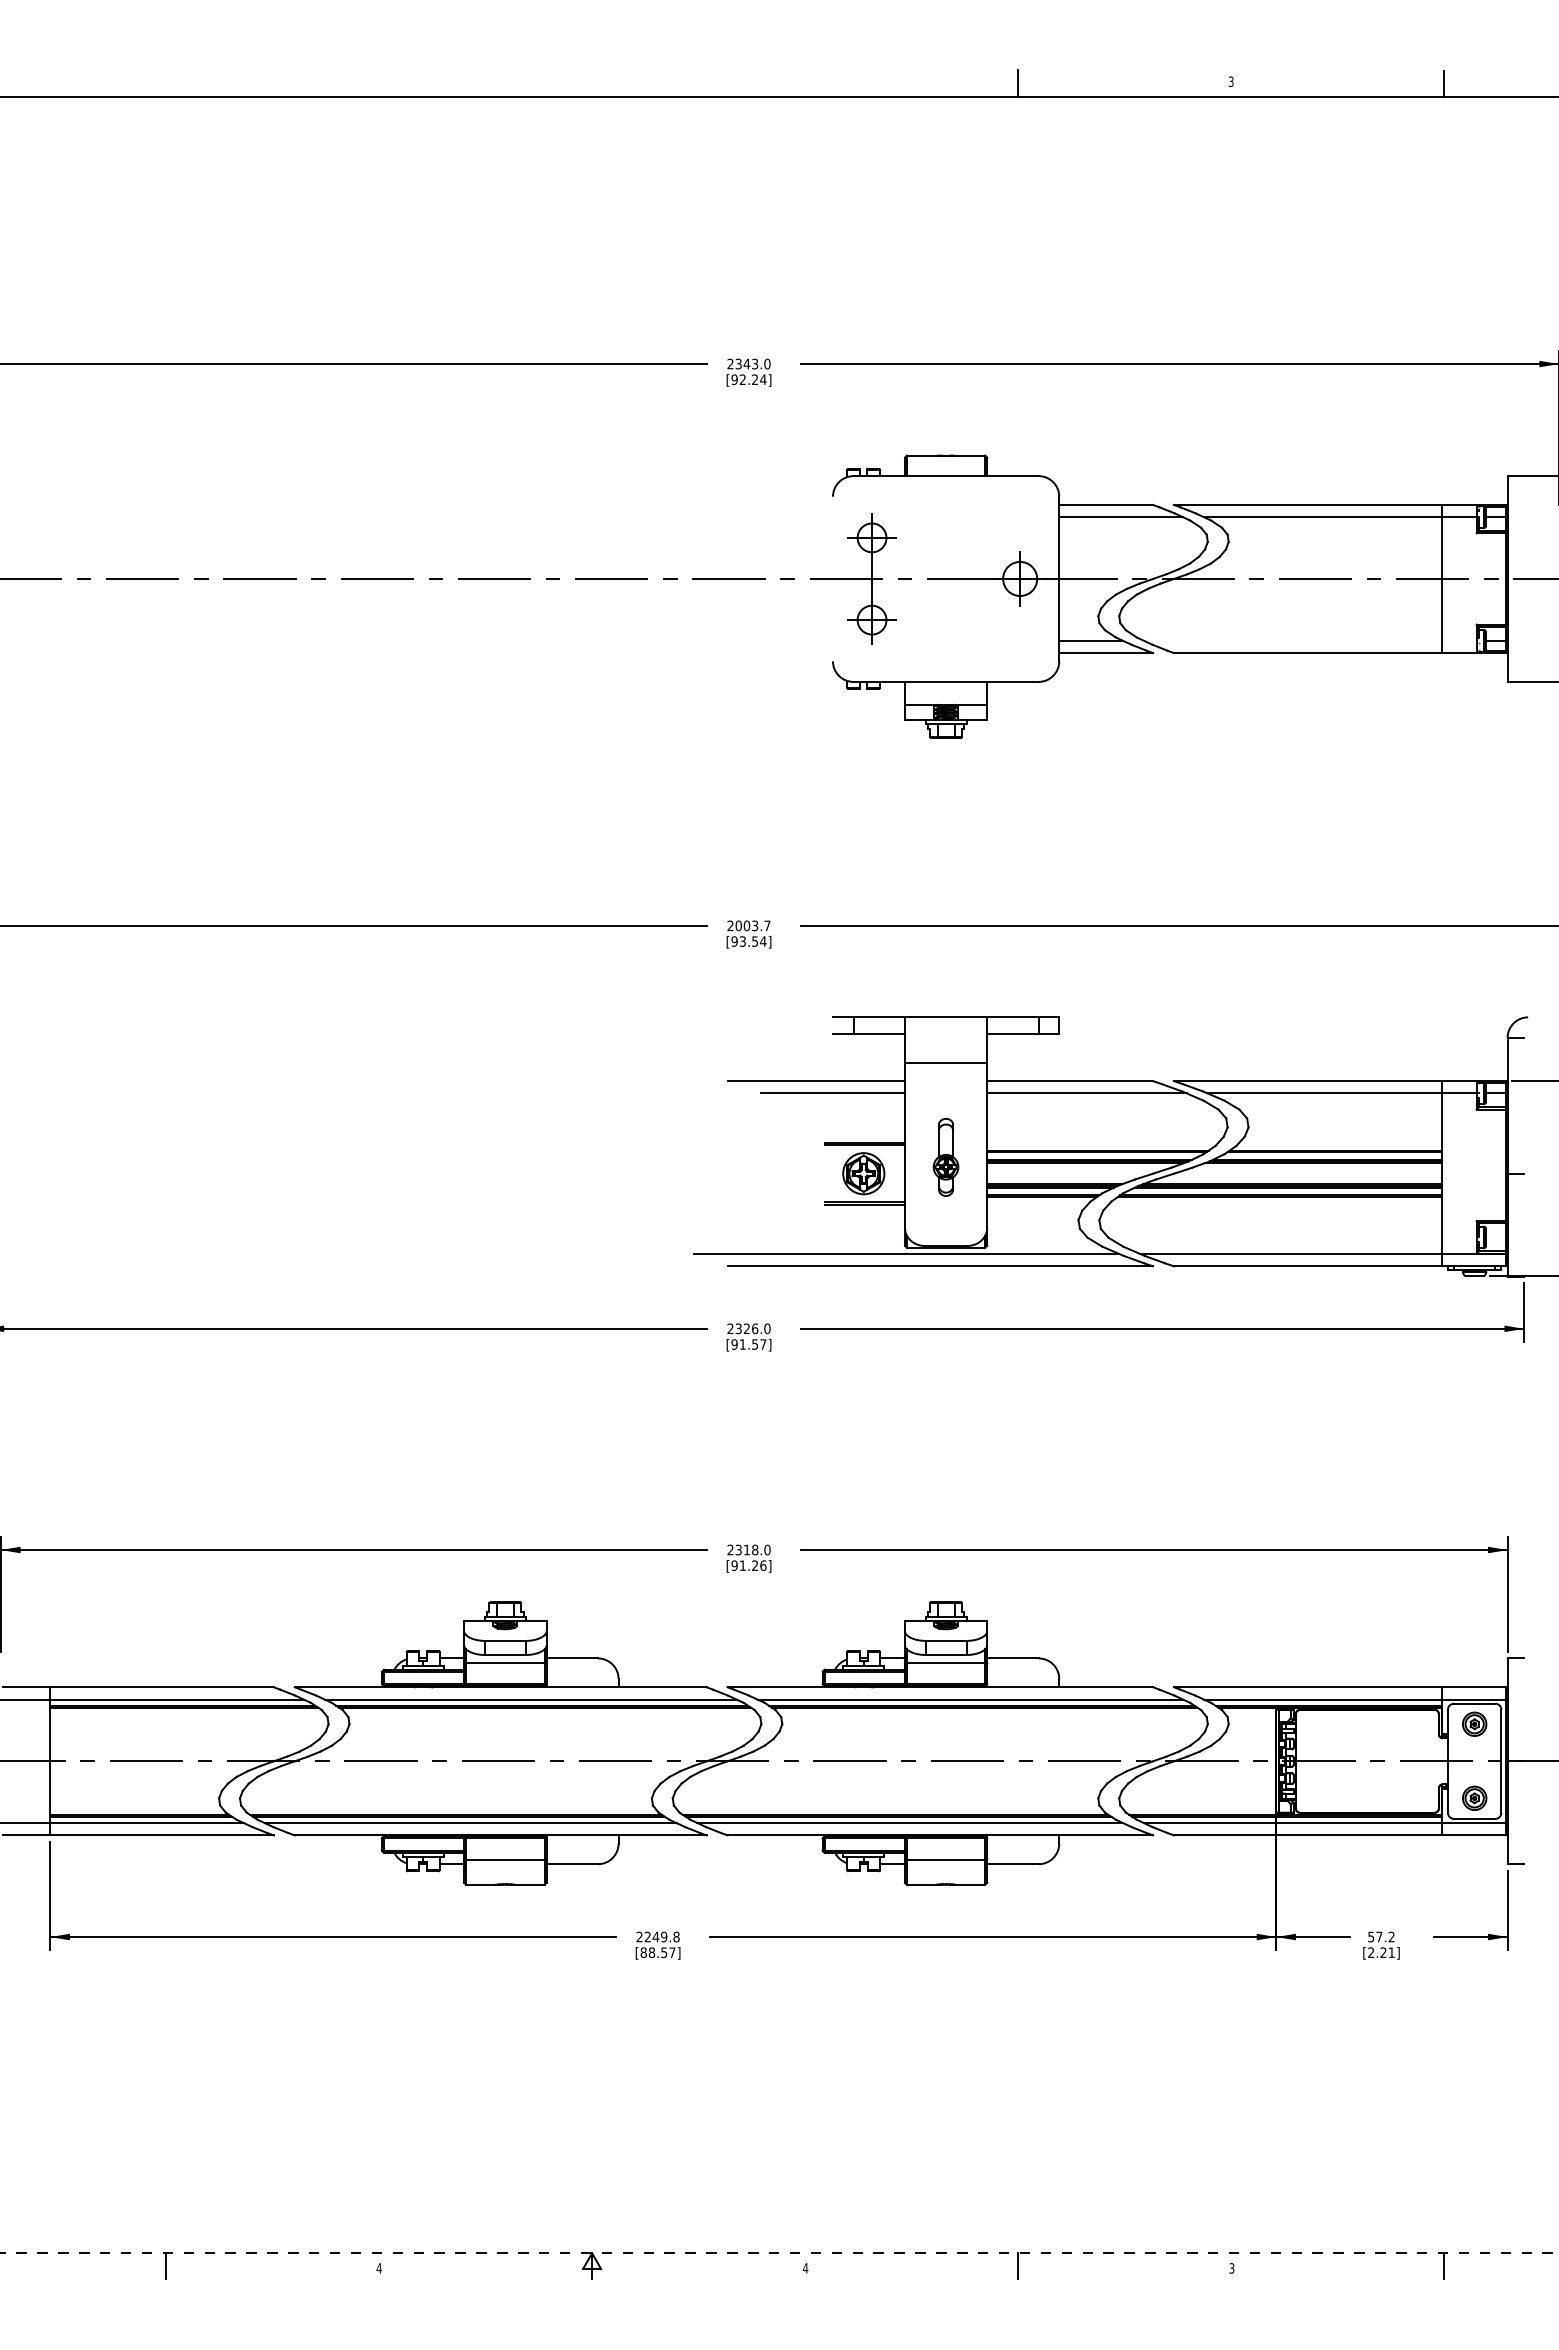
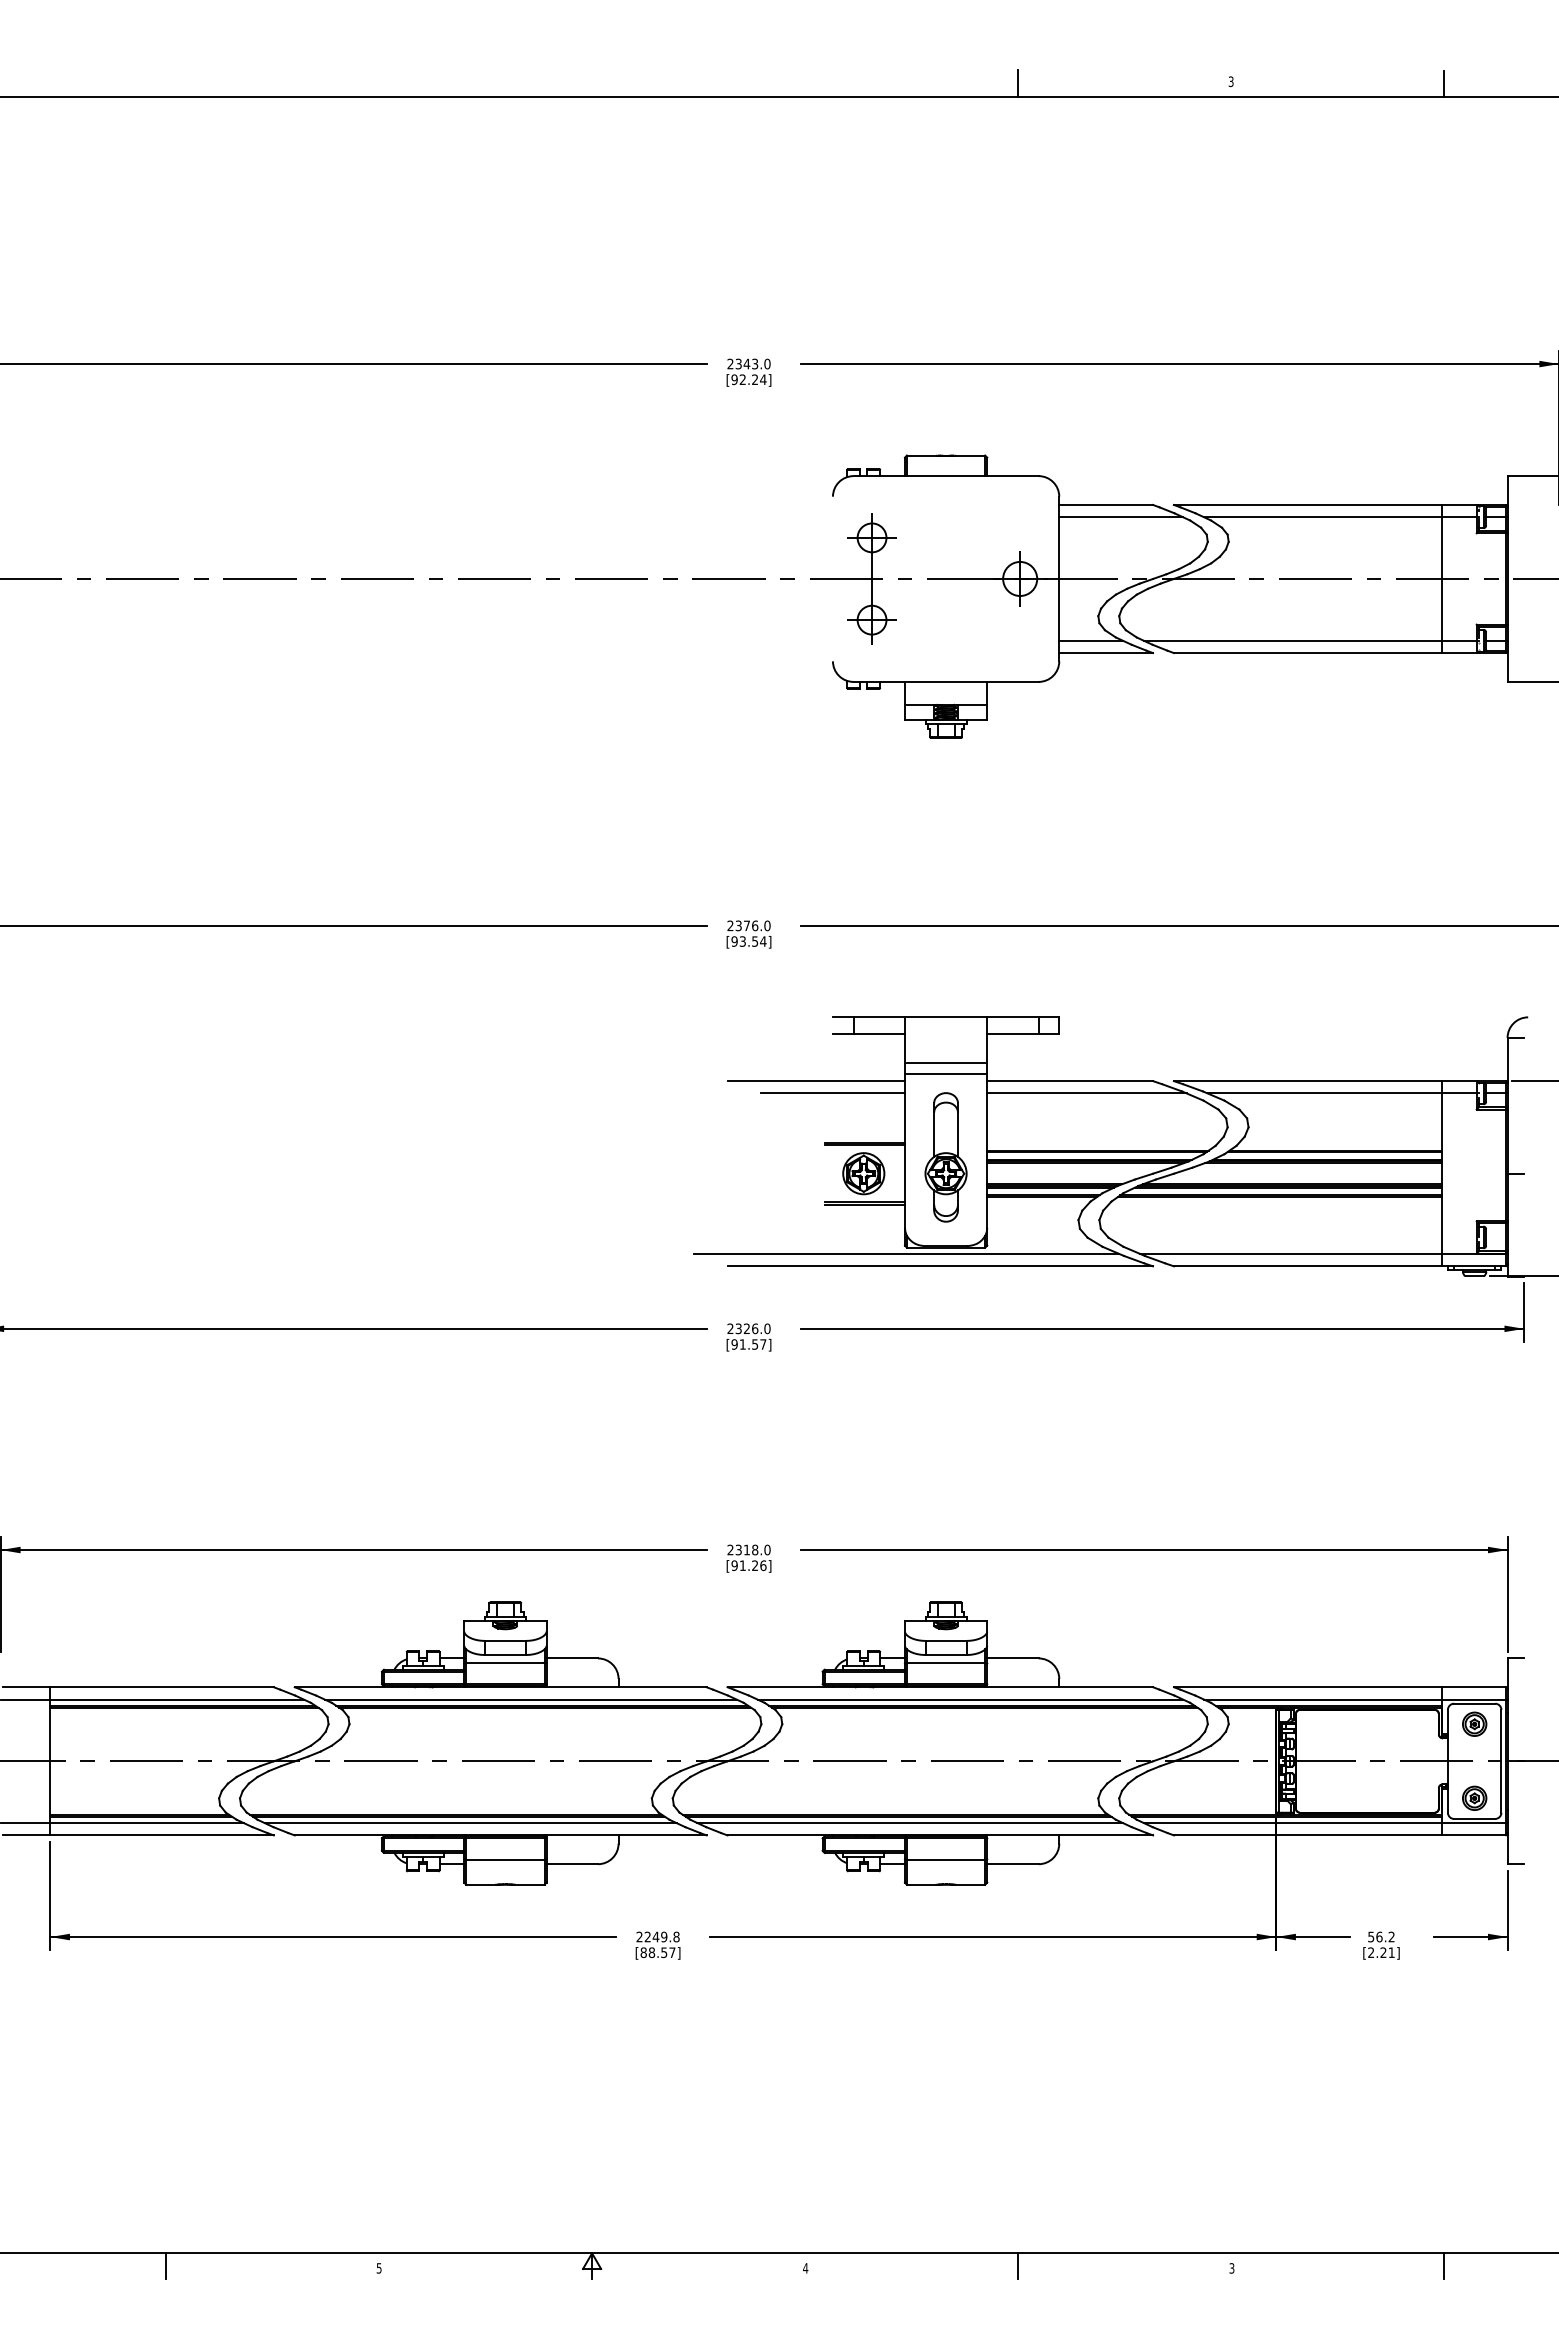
line at (1310, 640): none -> present
text at (752, 925): 2003.7 -> 2376.0
line at (945, 1074): none -> present
part at (945, 1157) size: 28x79 px -> 44x131 px
text at (1379, 1936): 57.2 -> 56.2
line at (780, 2253): dashed -> solid
text at (378, 2268): 4 -> 5
